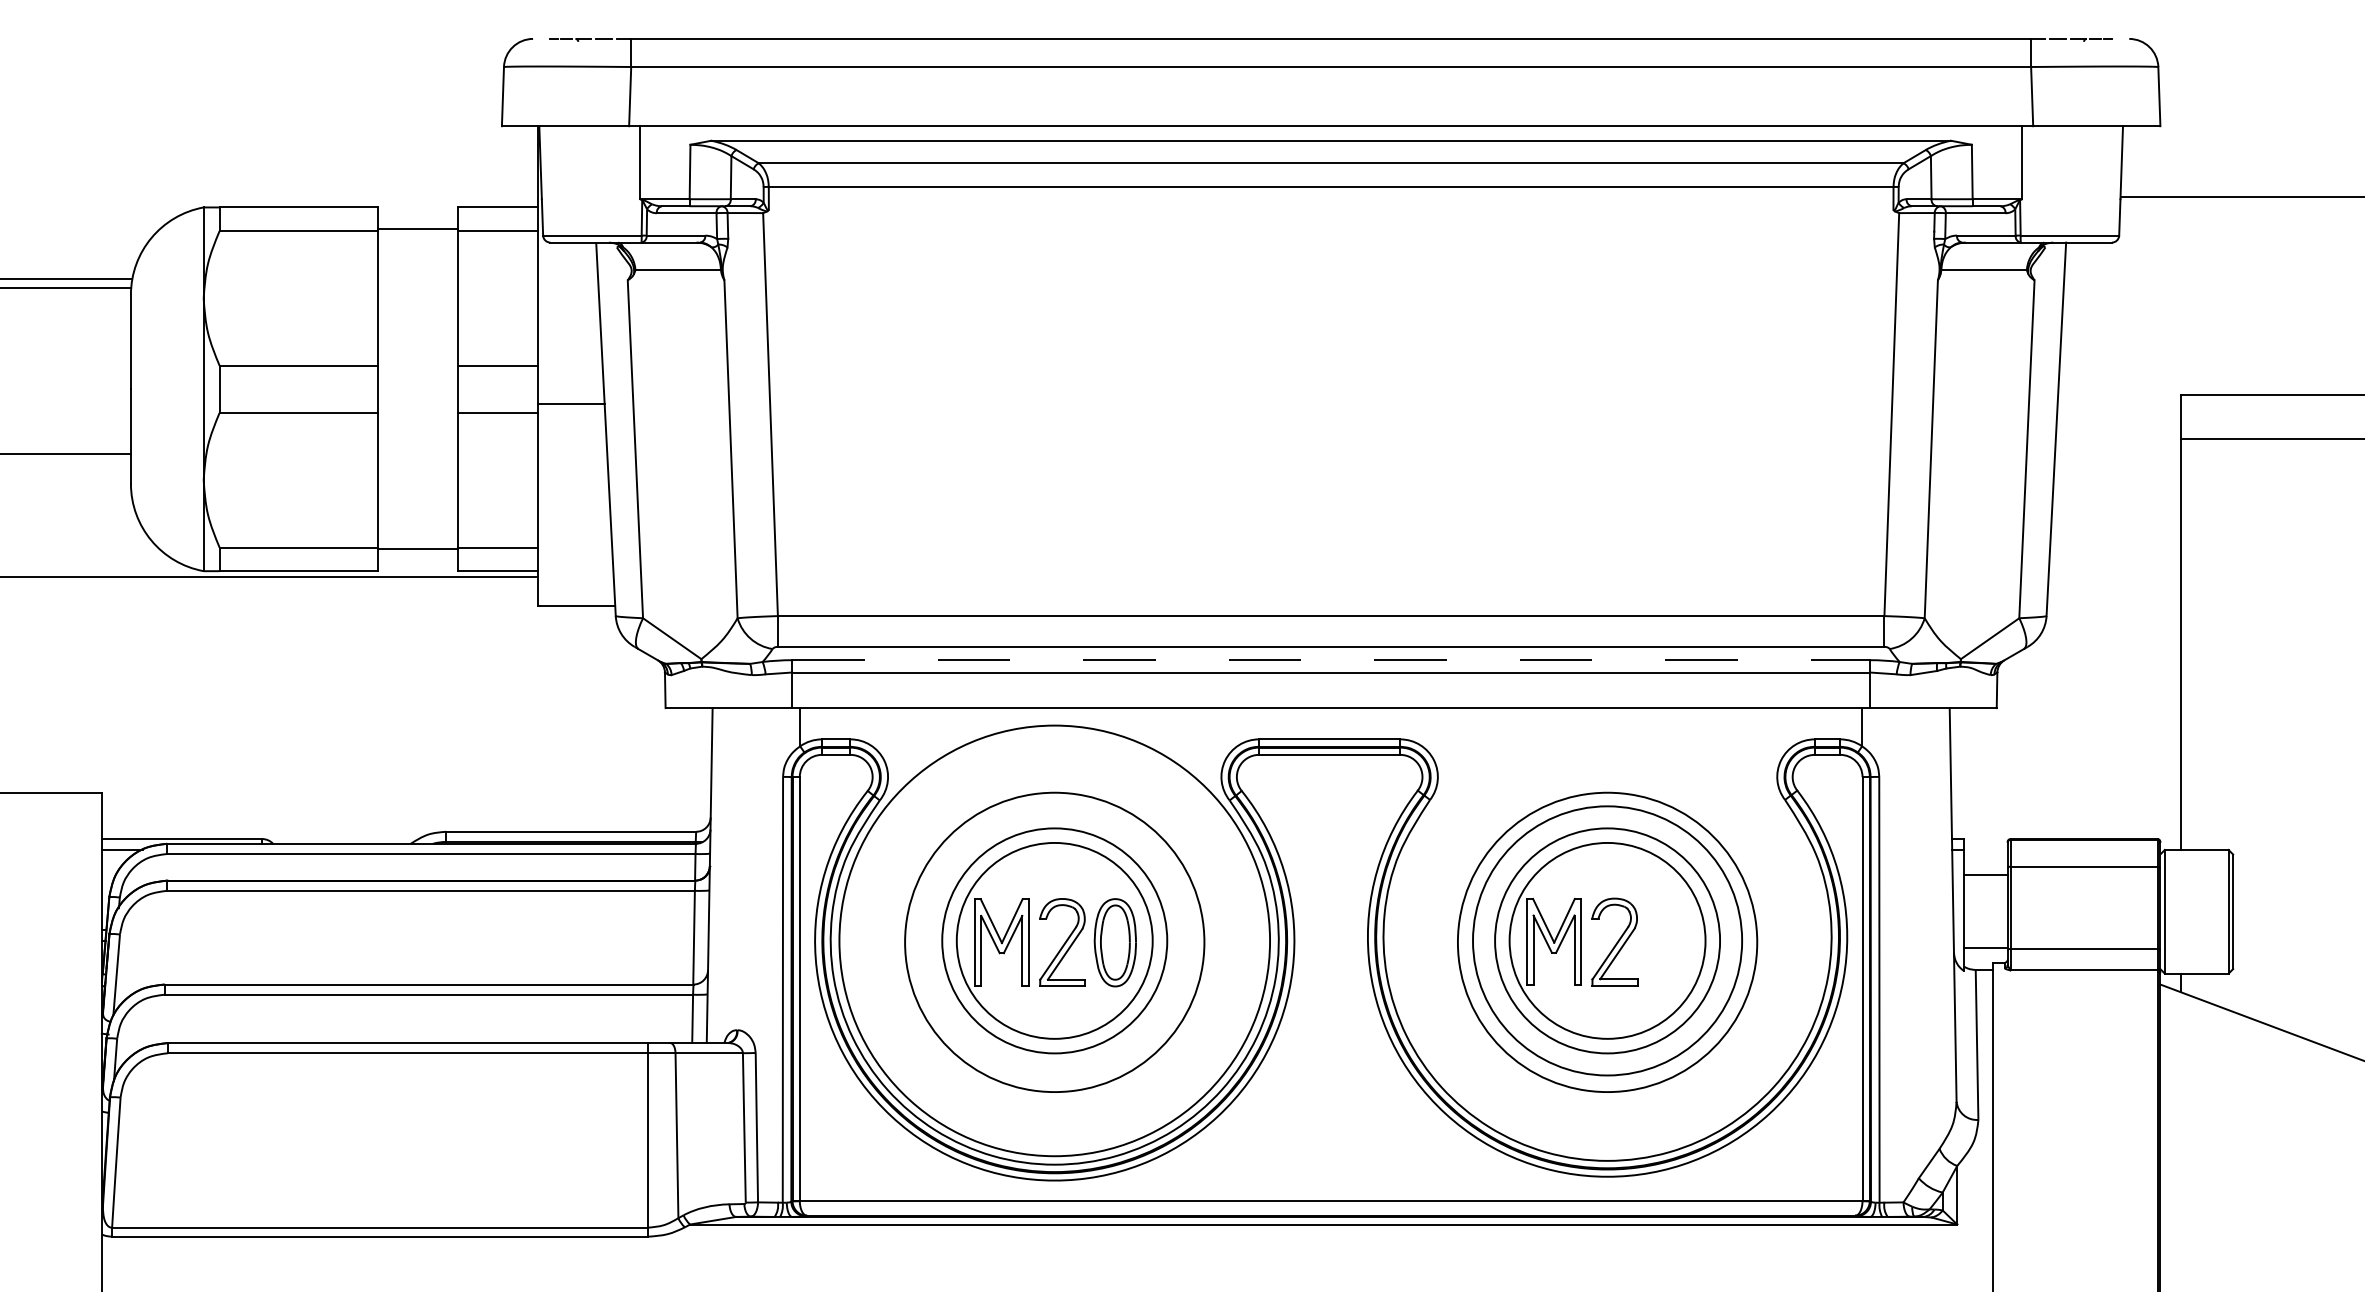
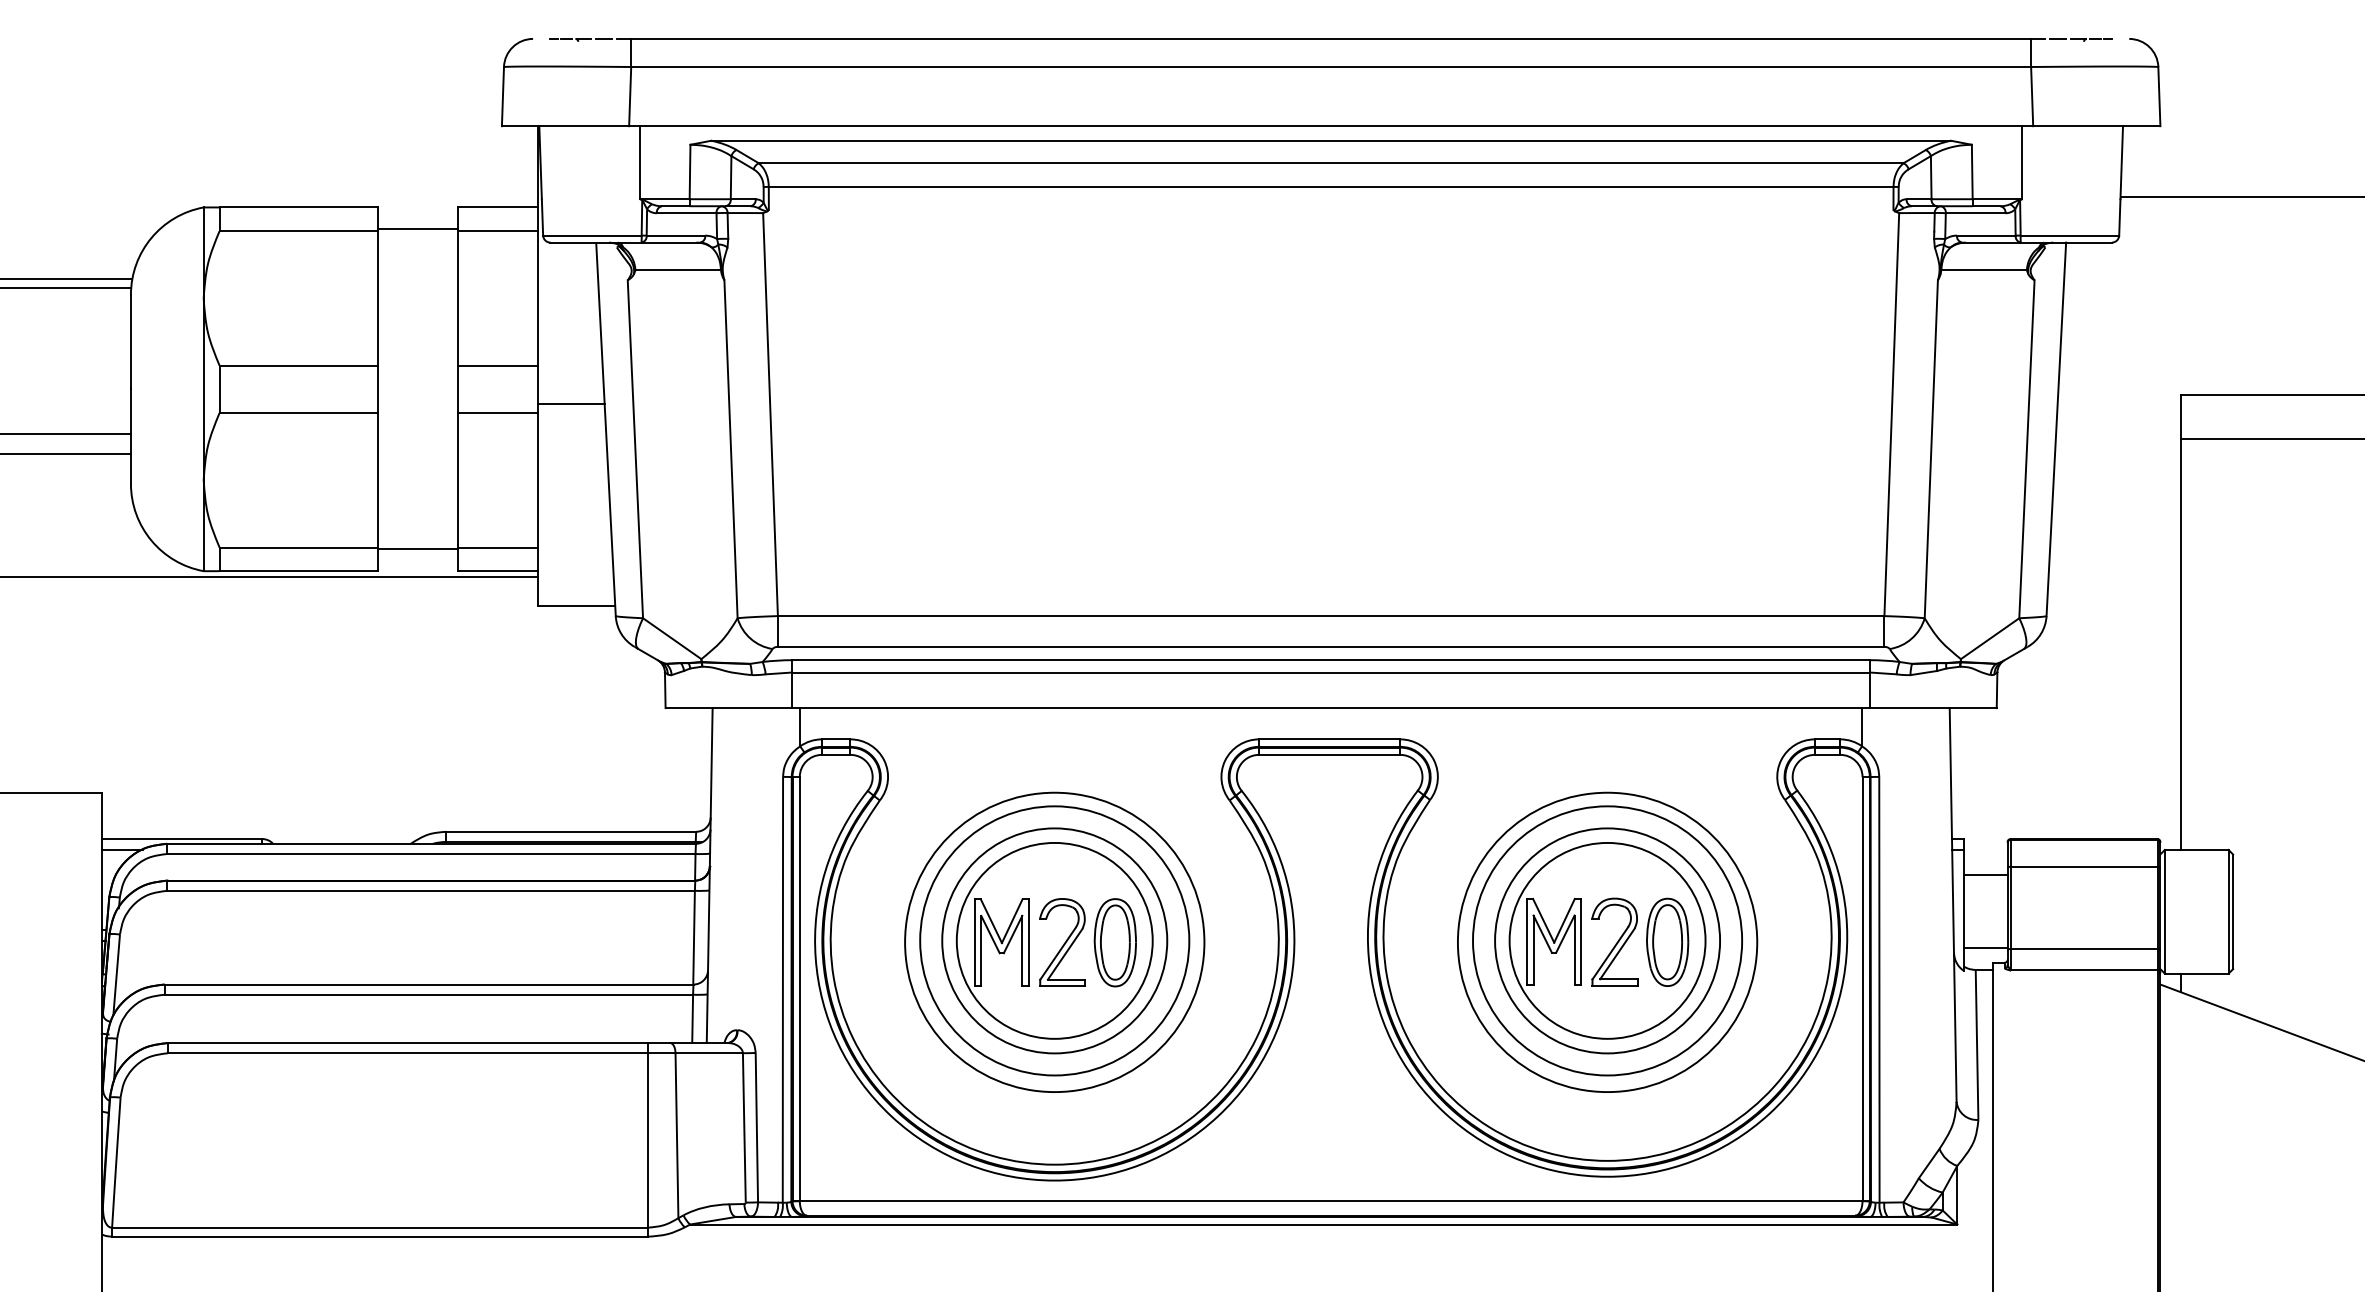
line at (66, 433): none -> present
line at (1331, 660): dashed -> solid
circle at (1054, 940) diameter: 431 px -> 269 px
part at (1667, 941): none -> present
